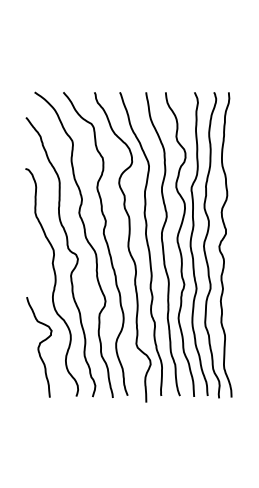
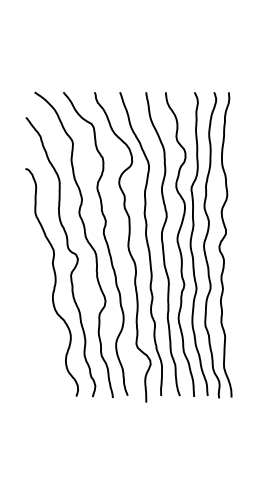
curve at (39, 347): present -> none
